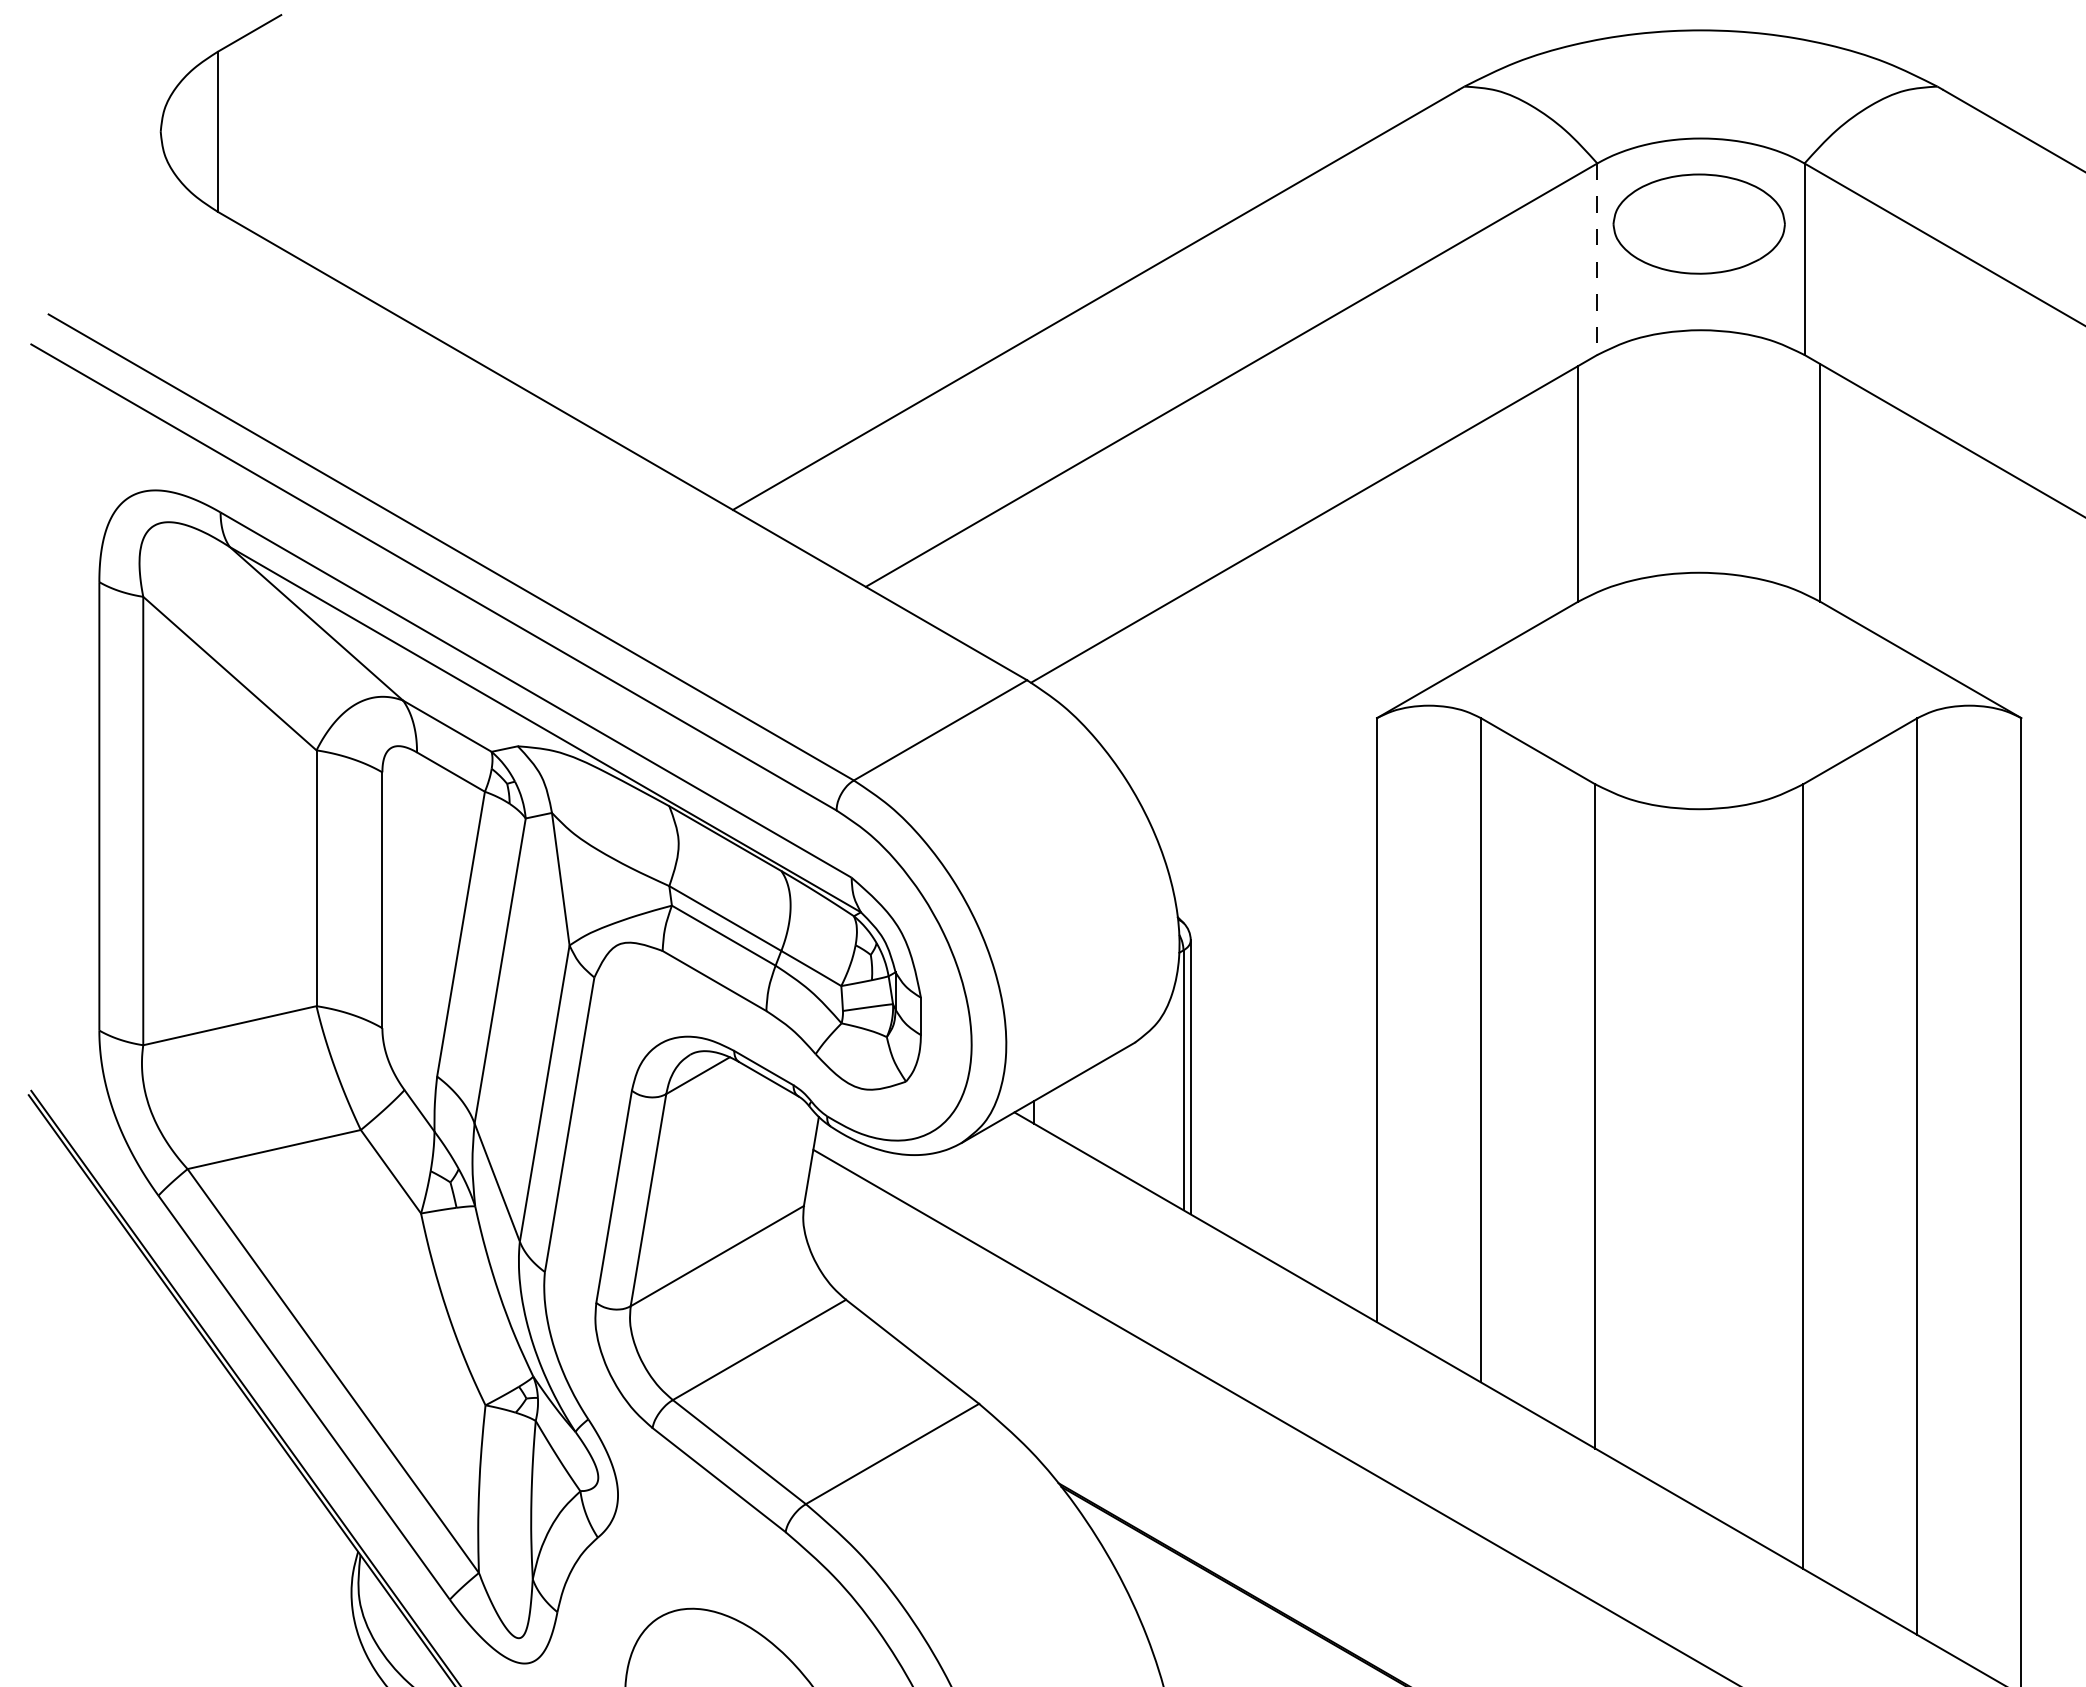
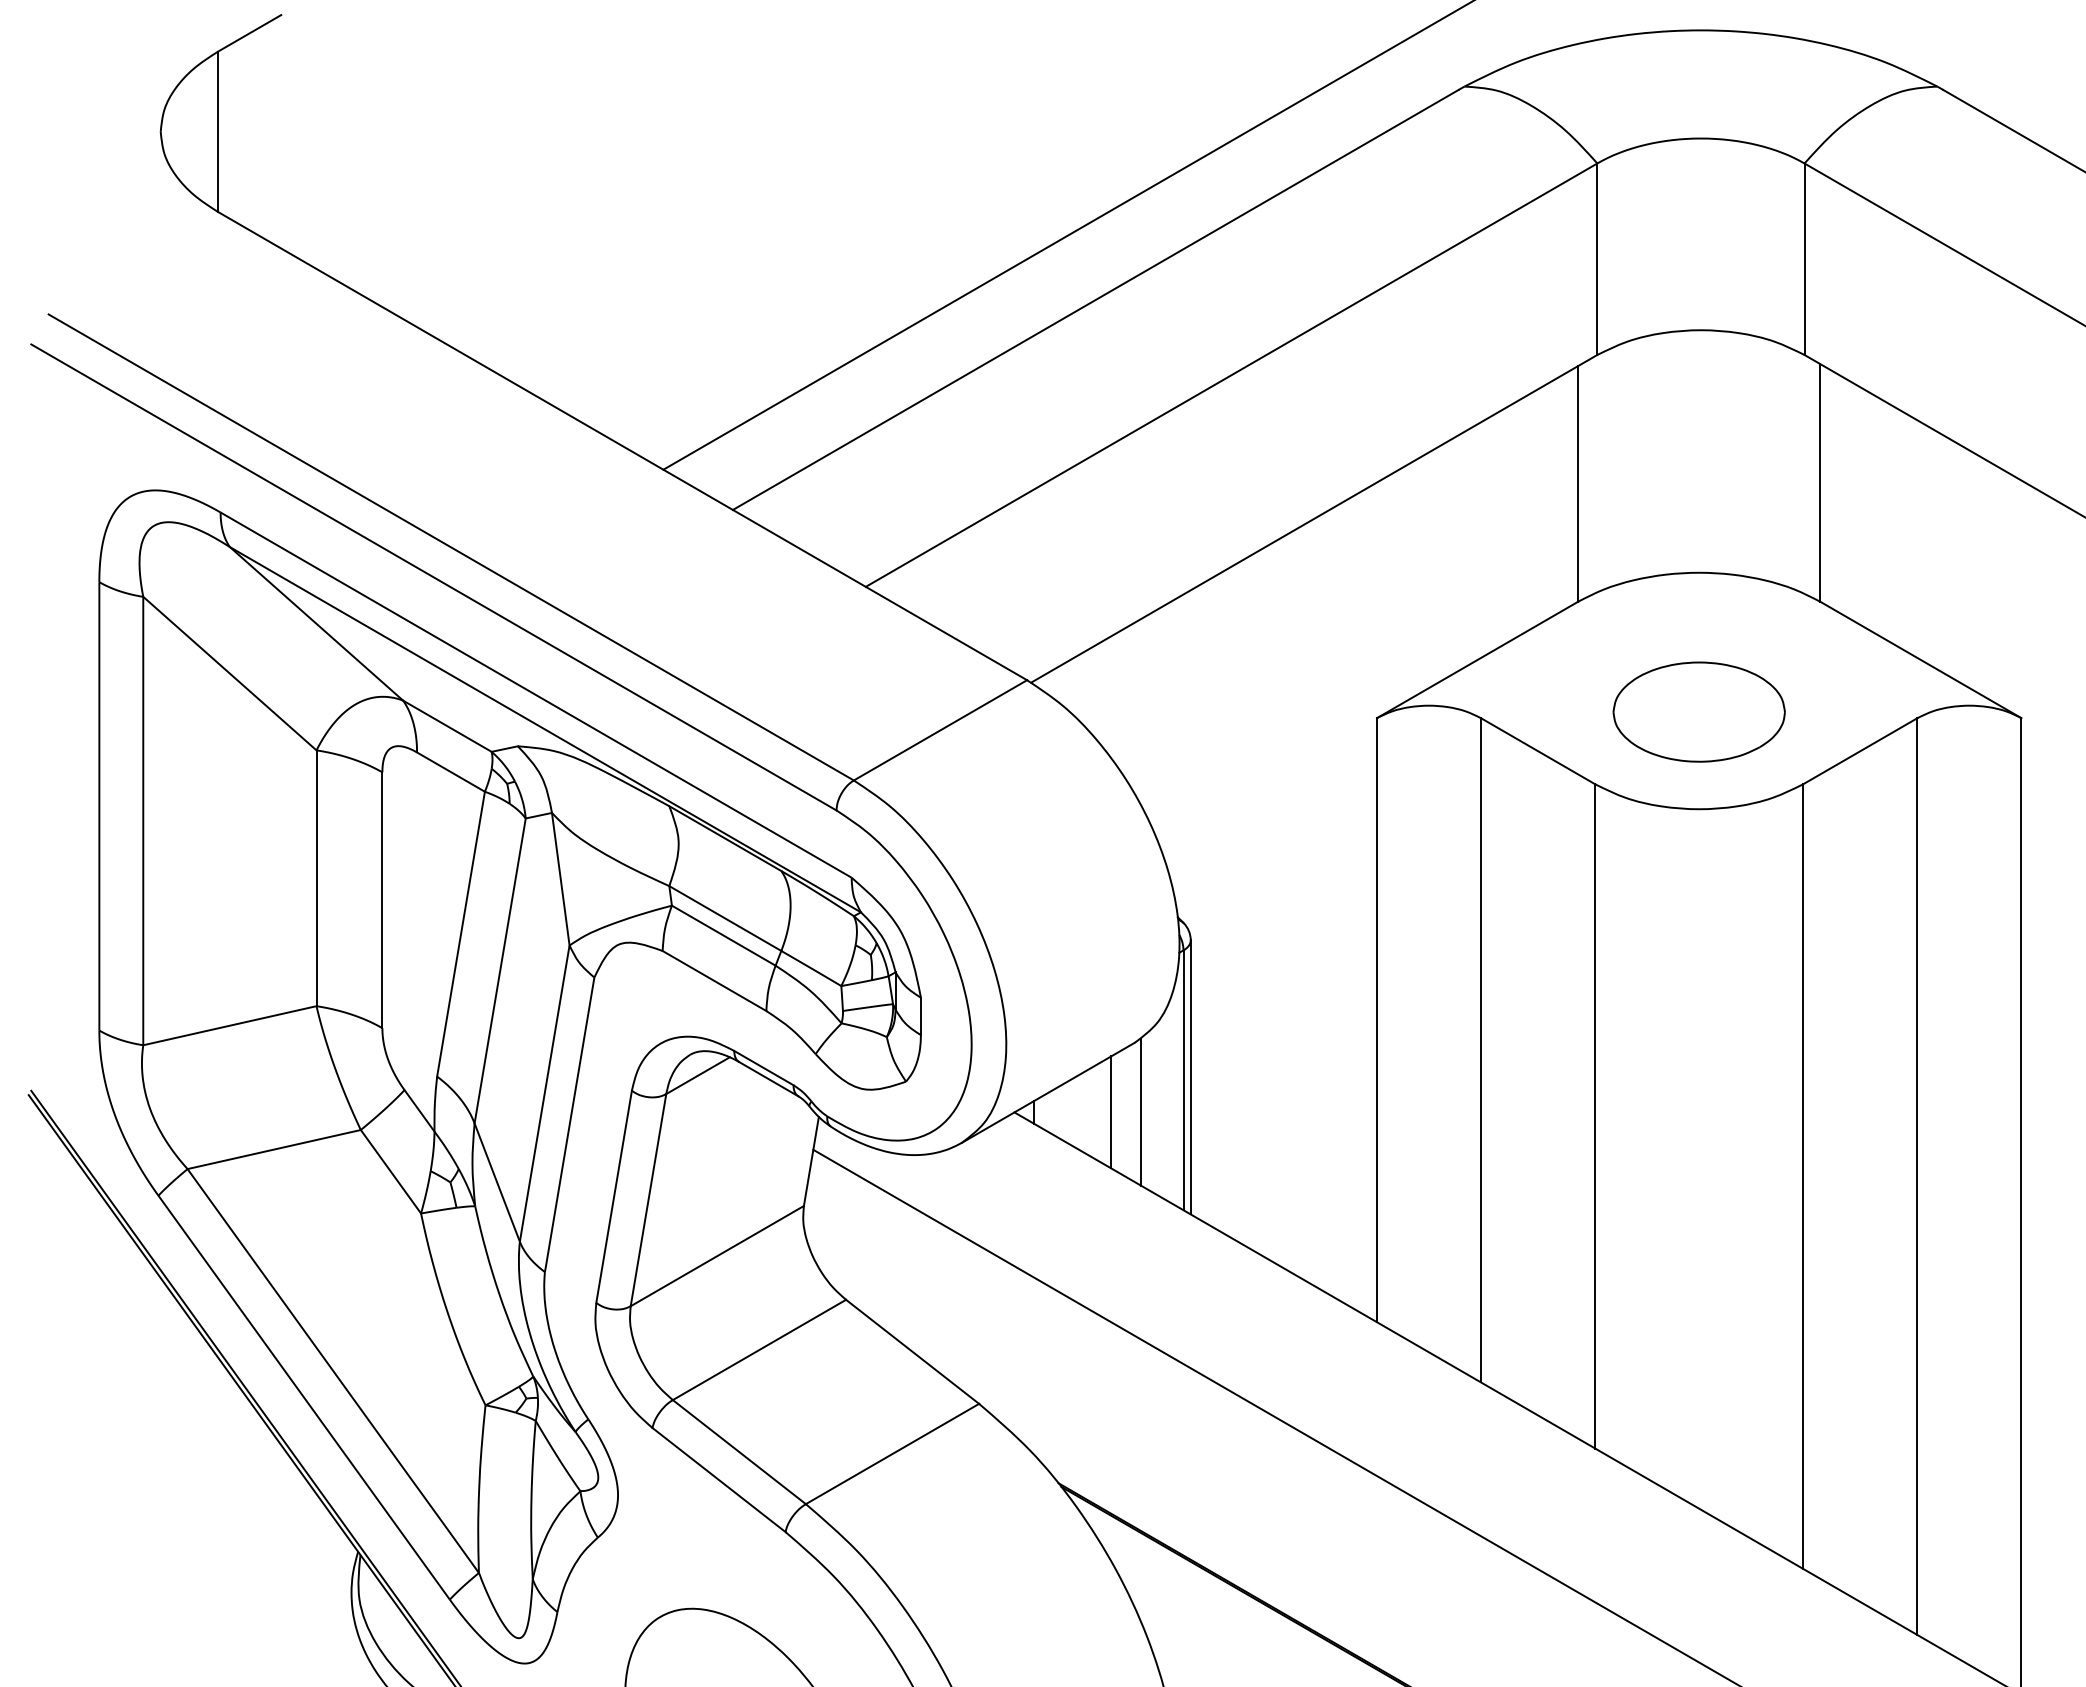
part at (1698, 223) position: (1698, 223) -> (1698, 711)
line at (1067, 235): none -> present
line at (1597, 259): dashed -> solid
line at (1140, 1111): none -> present
line at (1111, 1112): none -> present
